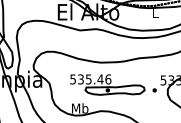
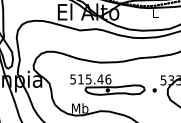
text at (80, 79): 535.46 -> 515.46
